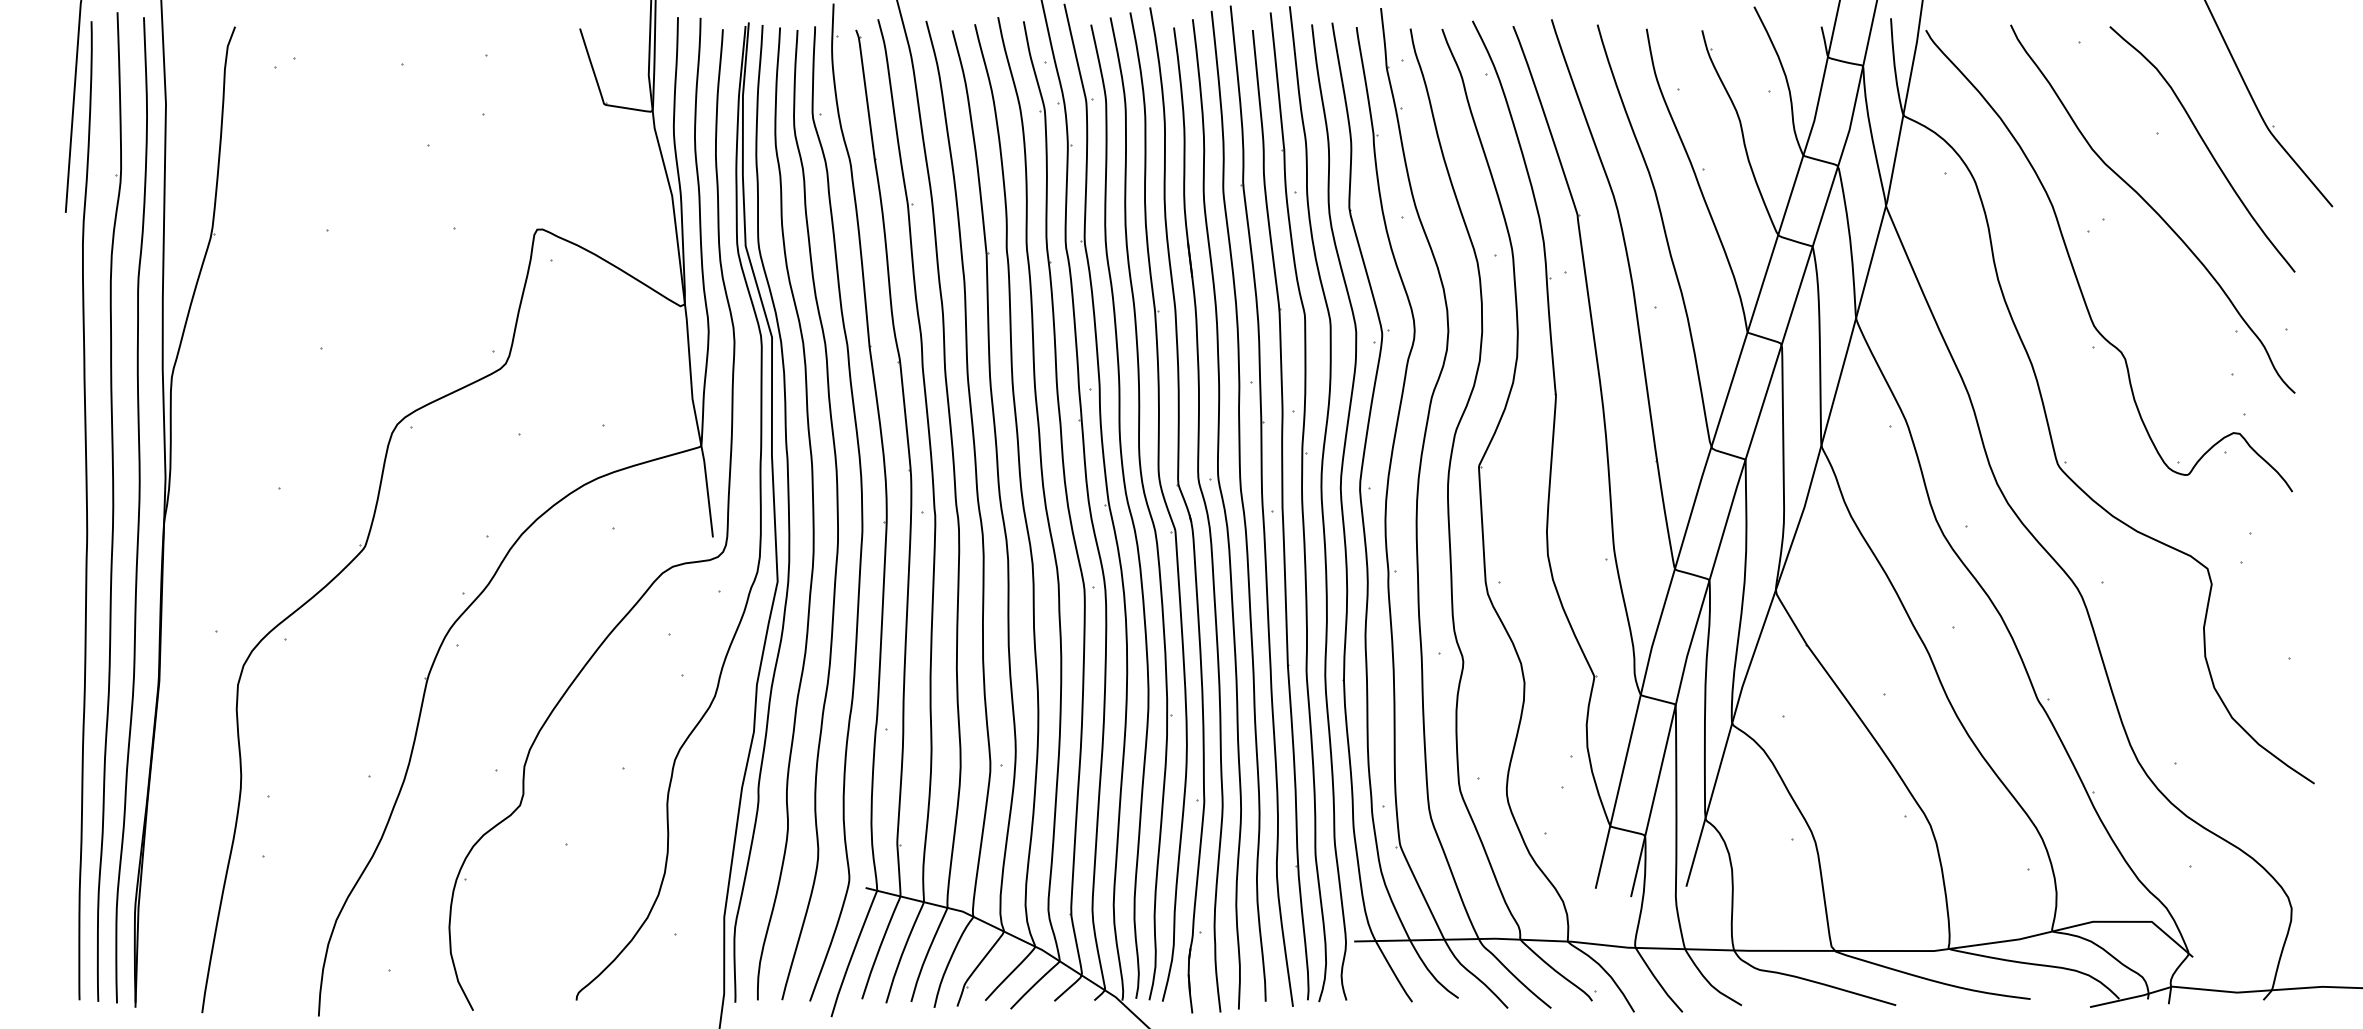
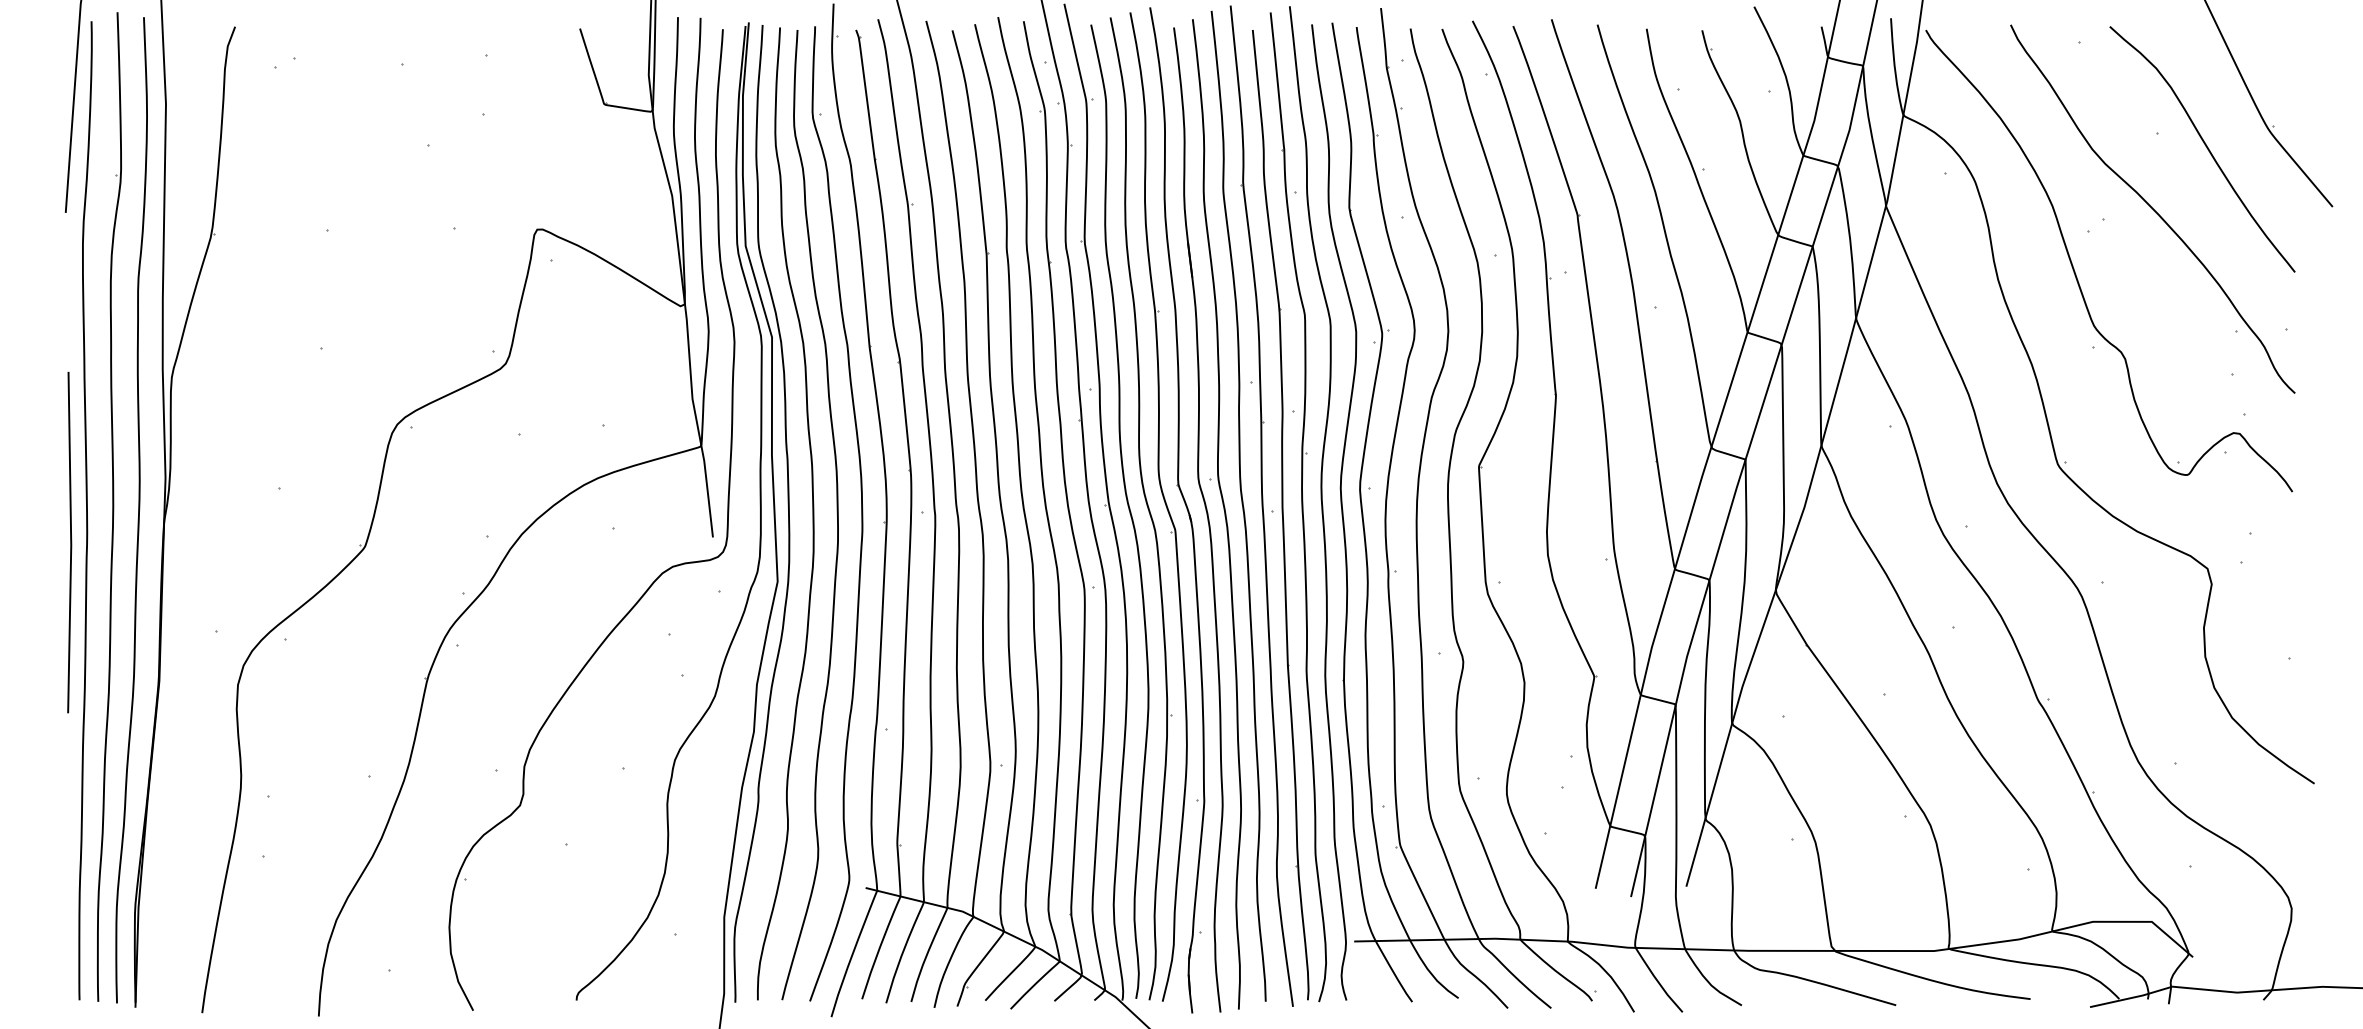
line at (70, 542): none -> present
